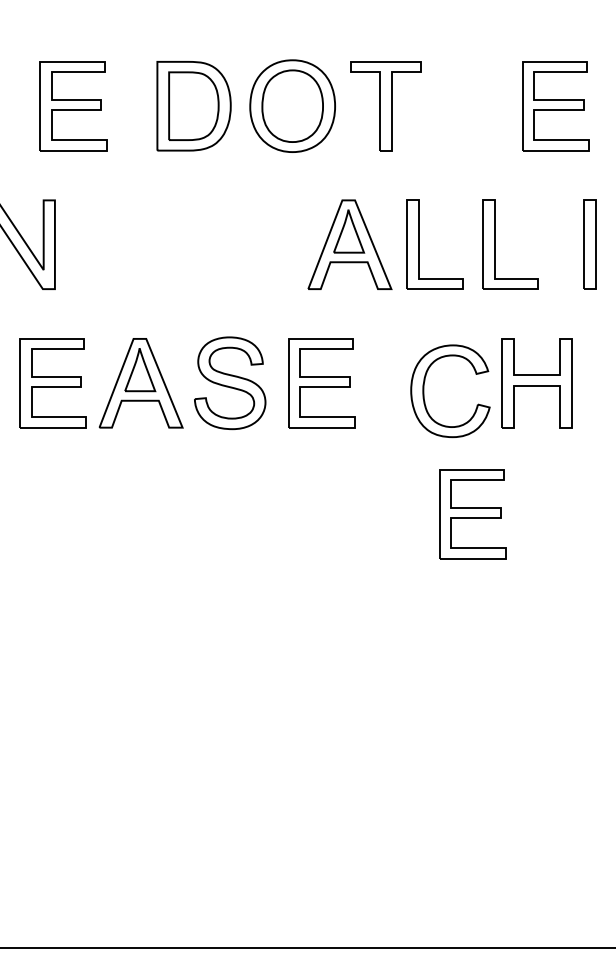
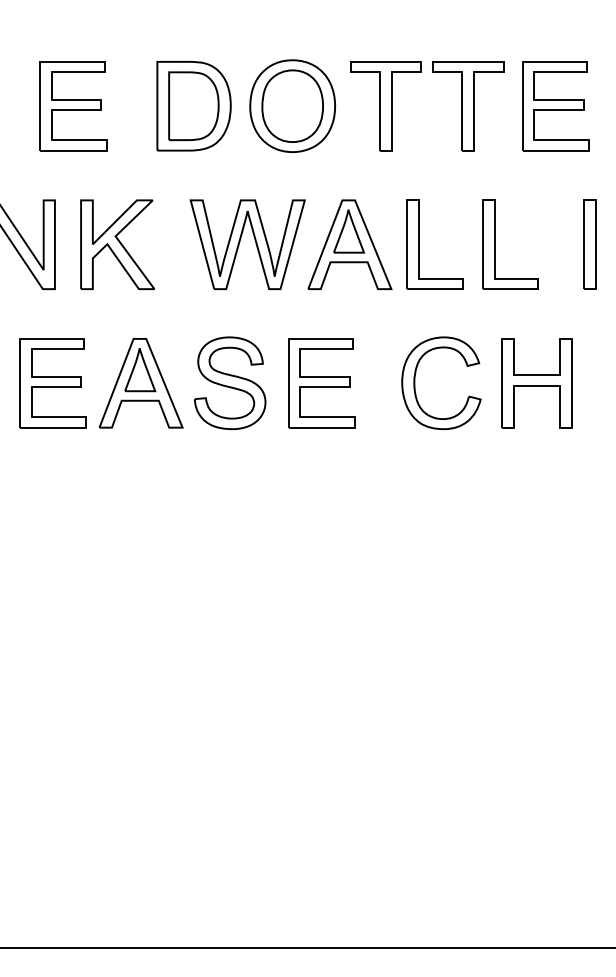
part at (468, 106): none -> present
part at (240, 242): none -> present
part at (117, 244): none -> present
part at (424, 391) position: (424, 391) -> (415, 383)
part at (472, 514): present -> none
